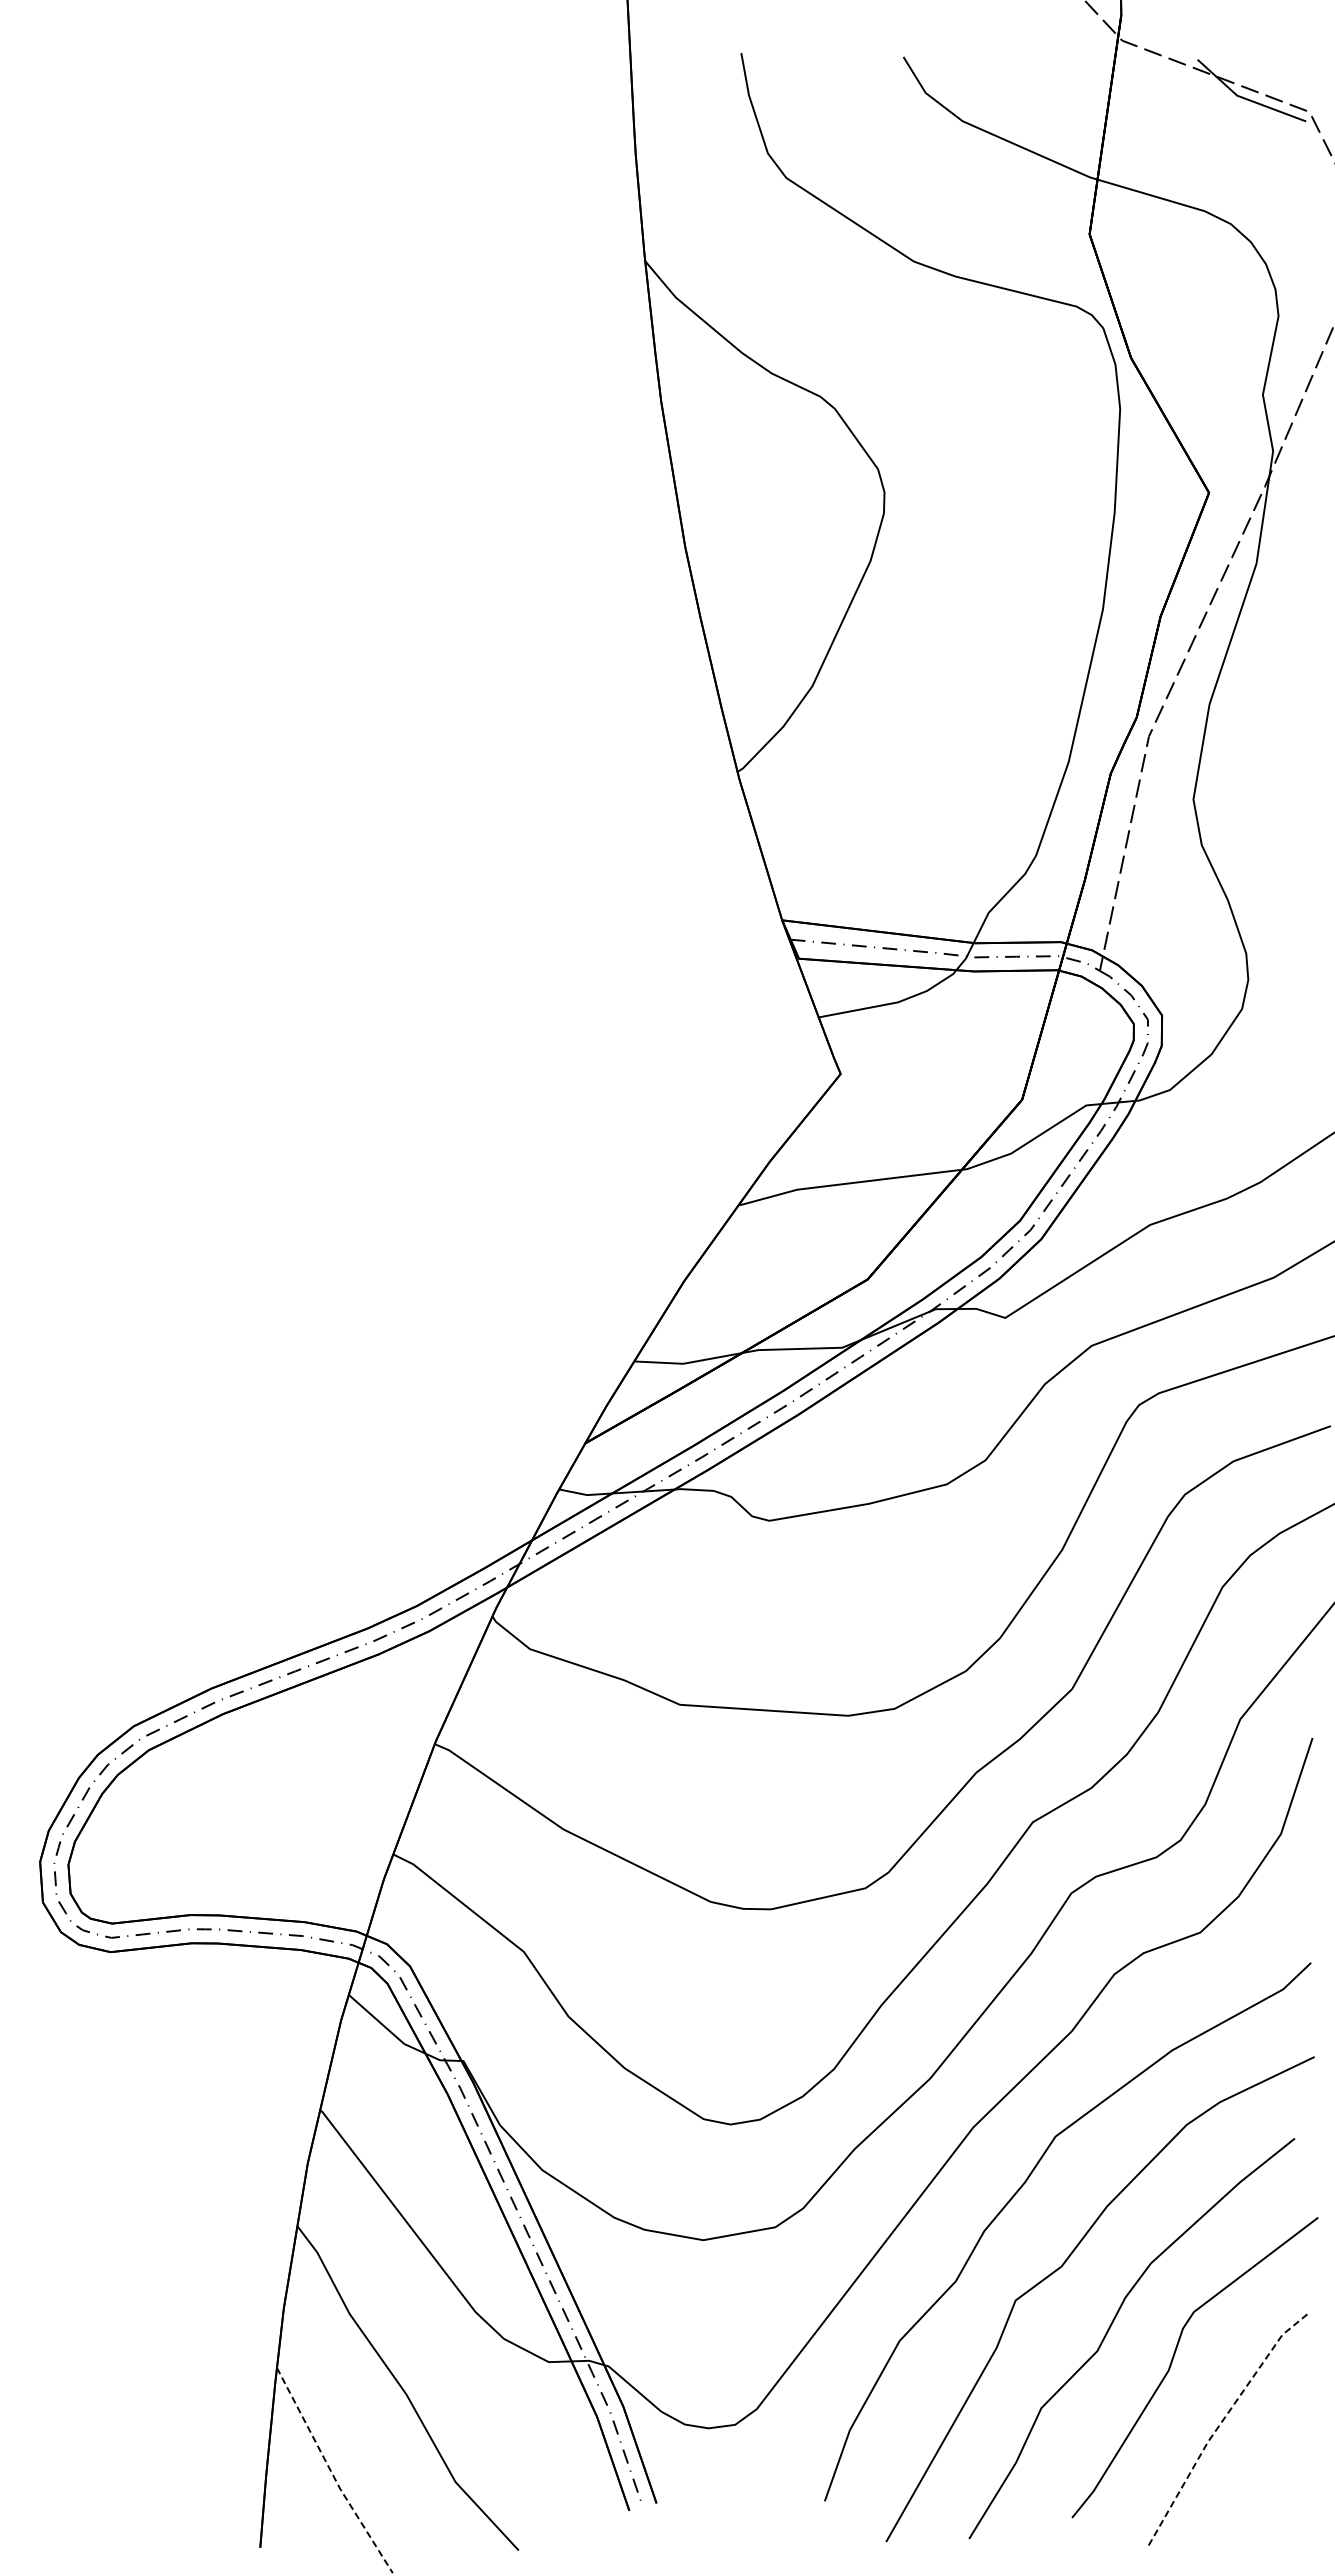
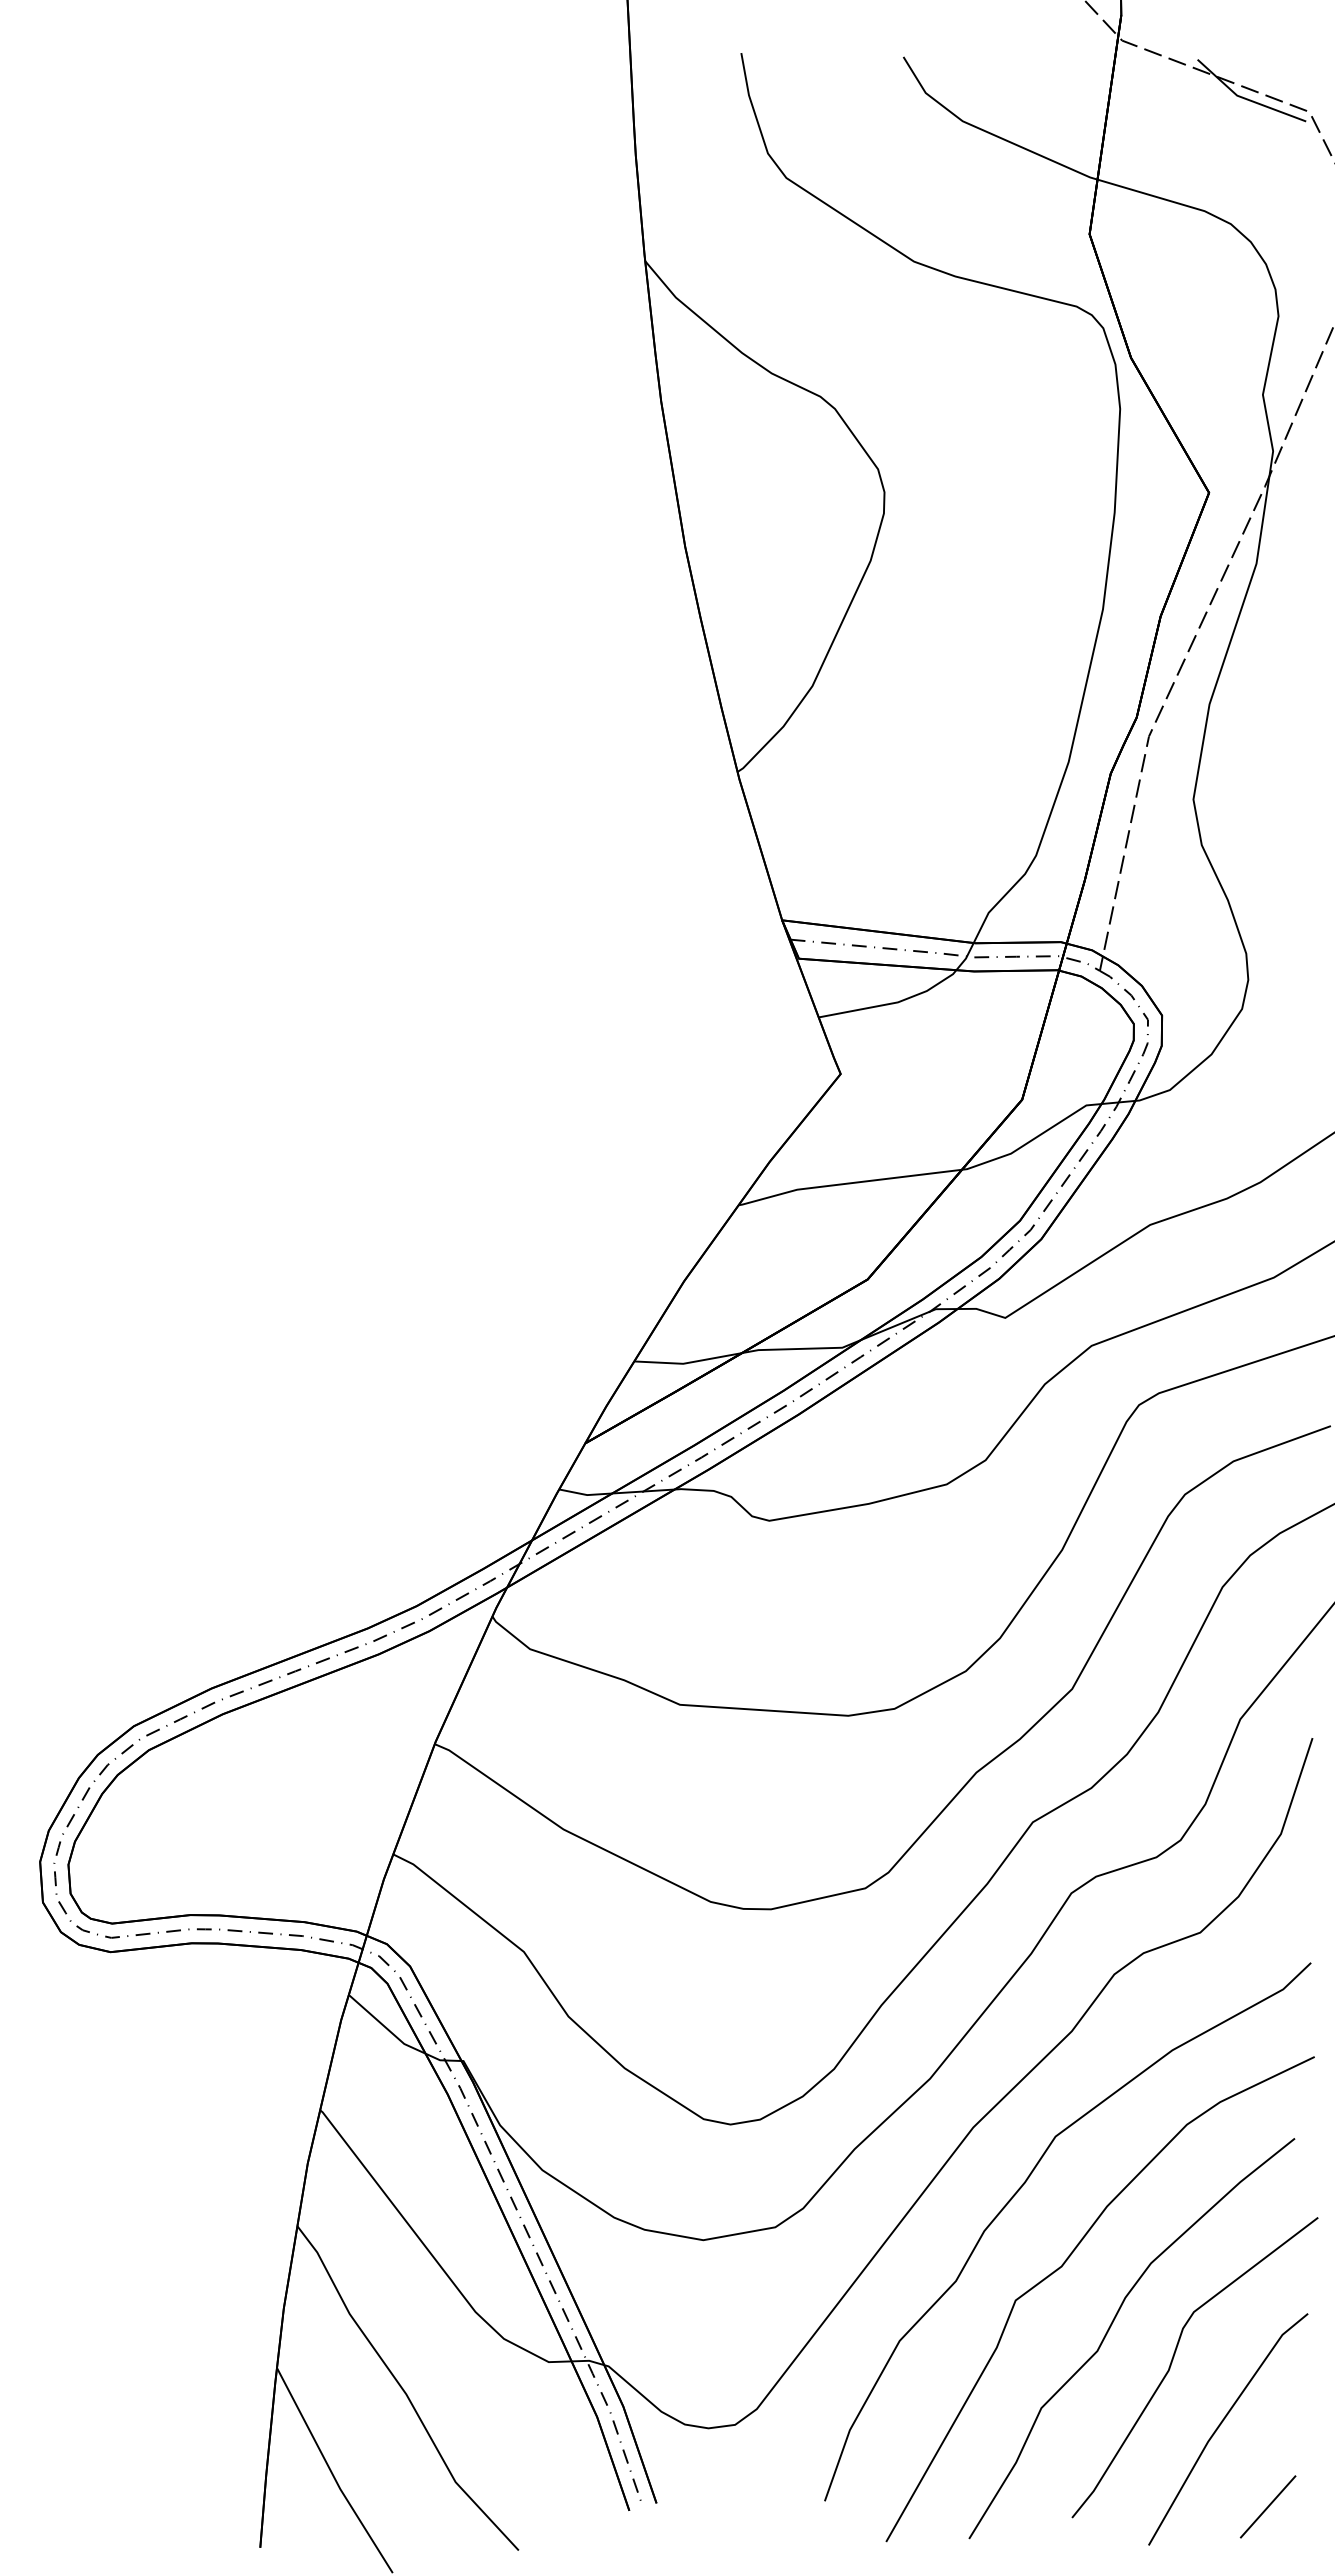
line at (1221, 2422): dashed -> solid
line at (332, 2473): dashed -> solid
line at (1267, 2506): none -> present
